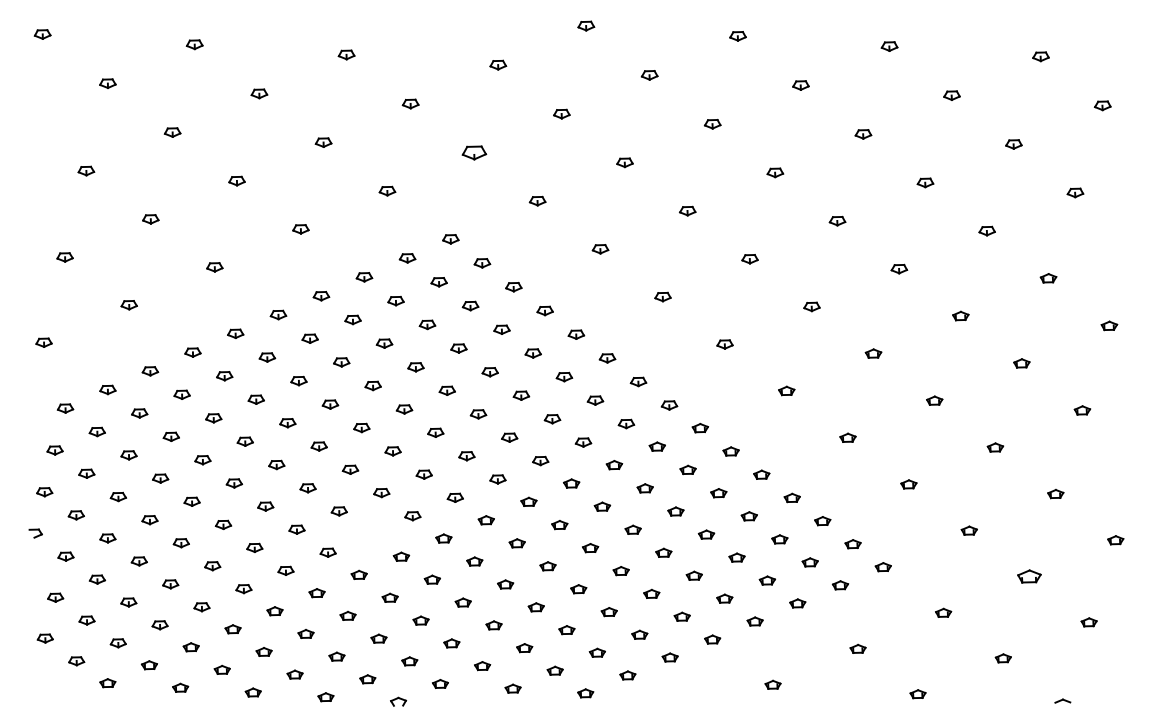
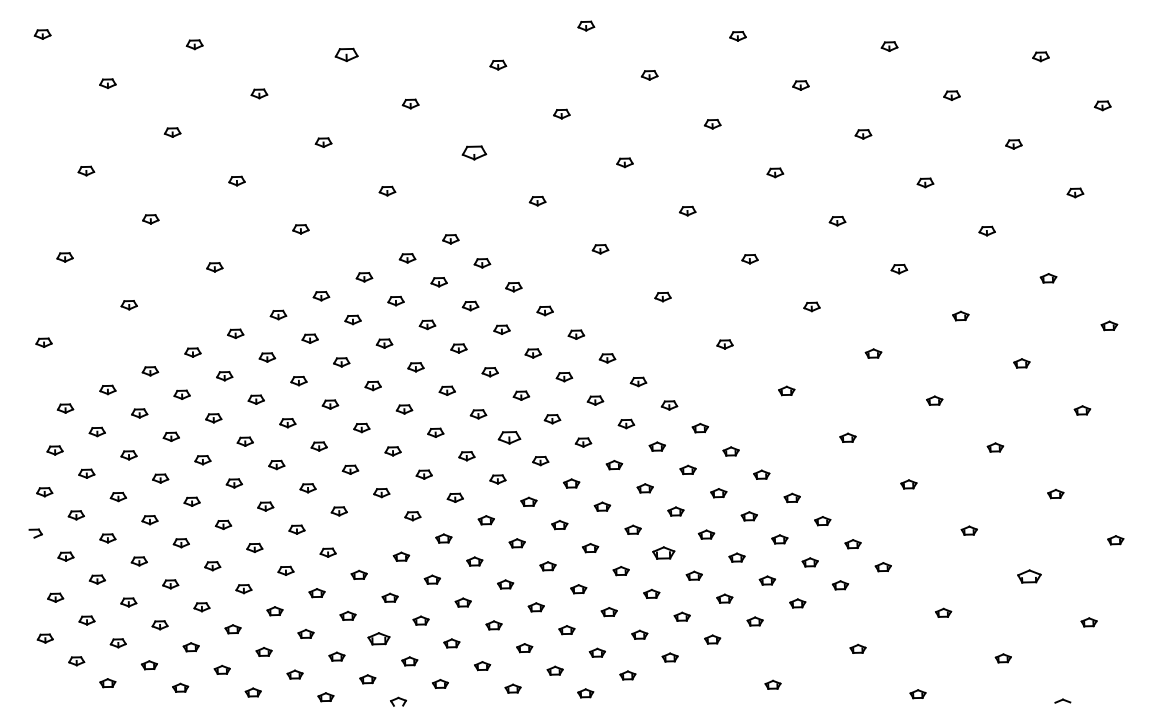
part at (346, 54) size: 19x12 px -> 25x16 px
part at (509, 437) size: 18x11 px -> 25x14 px
part at (663, 552) size: 18x11 px -> 24x14 px
part at (378, 638) size: 18x11 px -> 24x14 px
